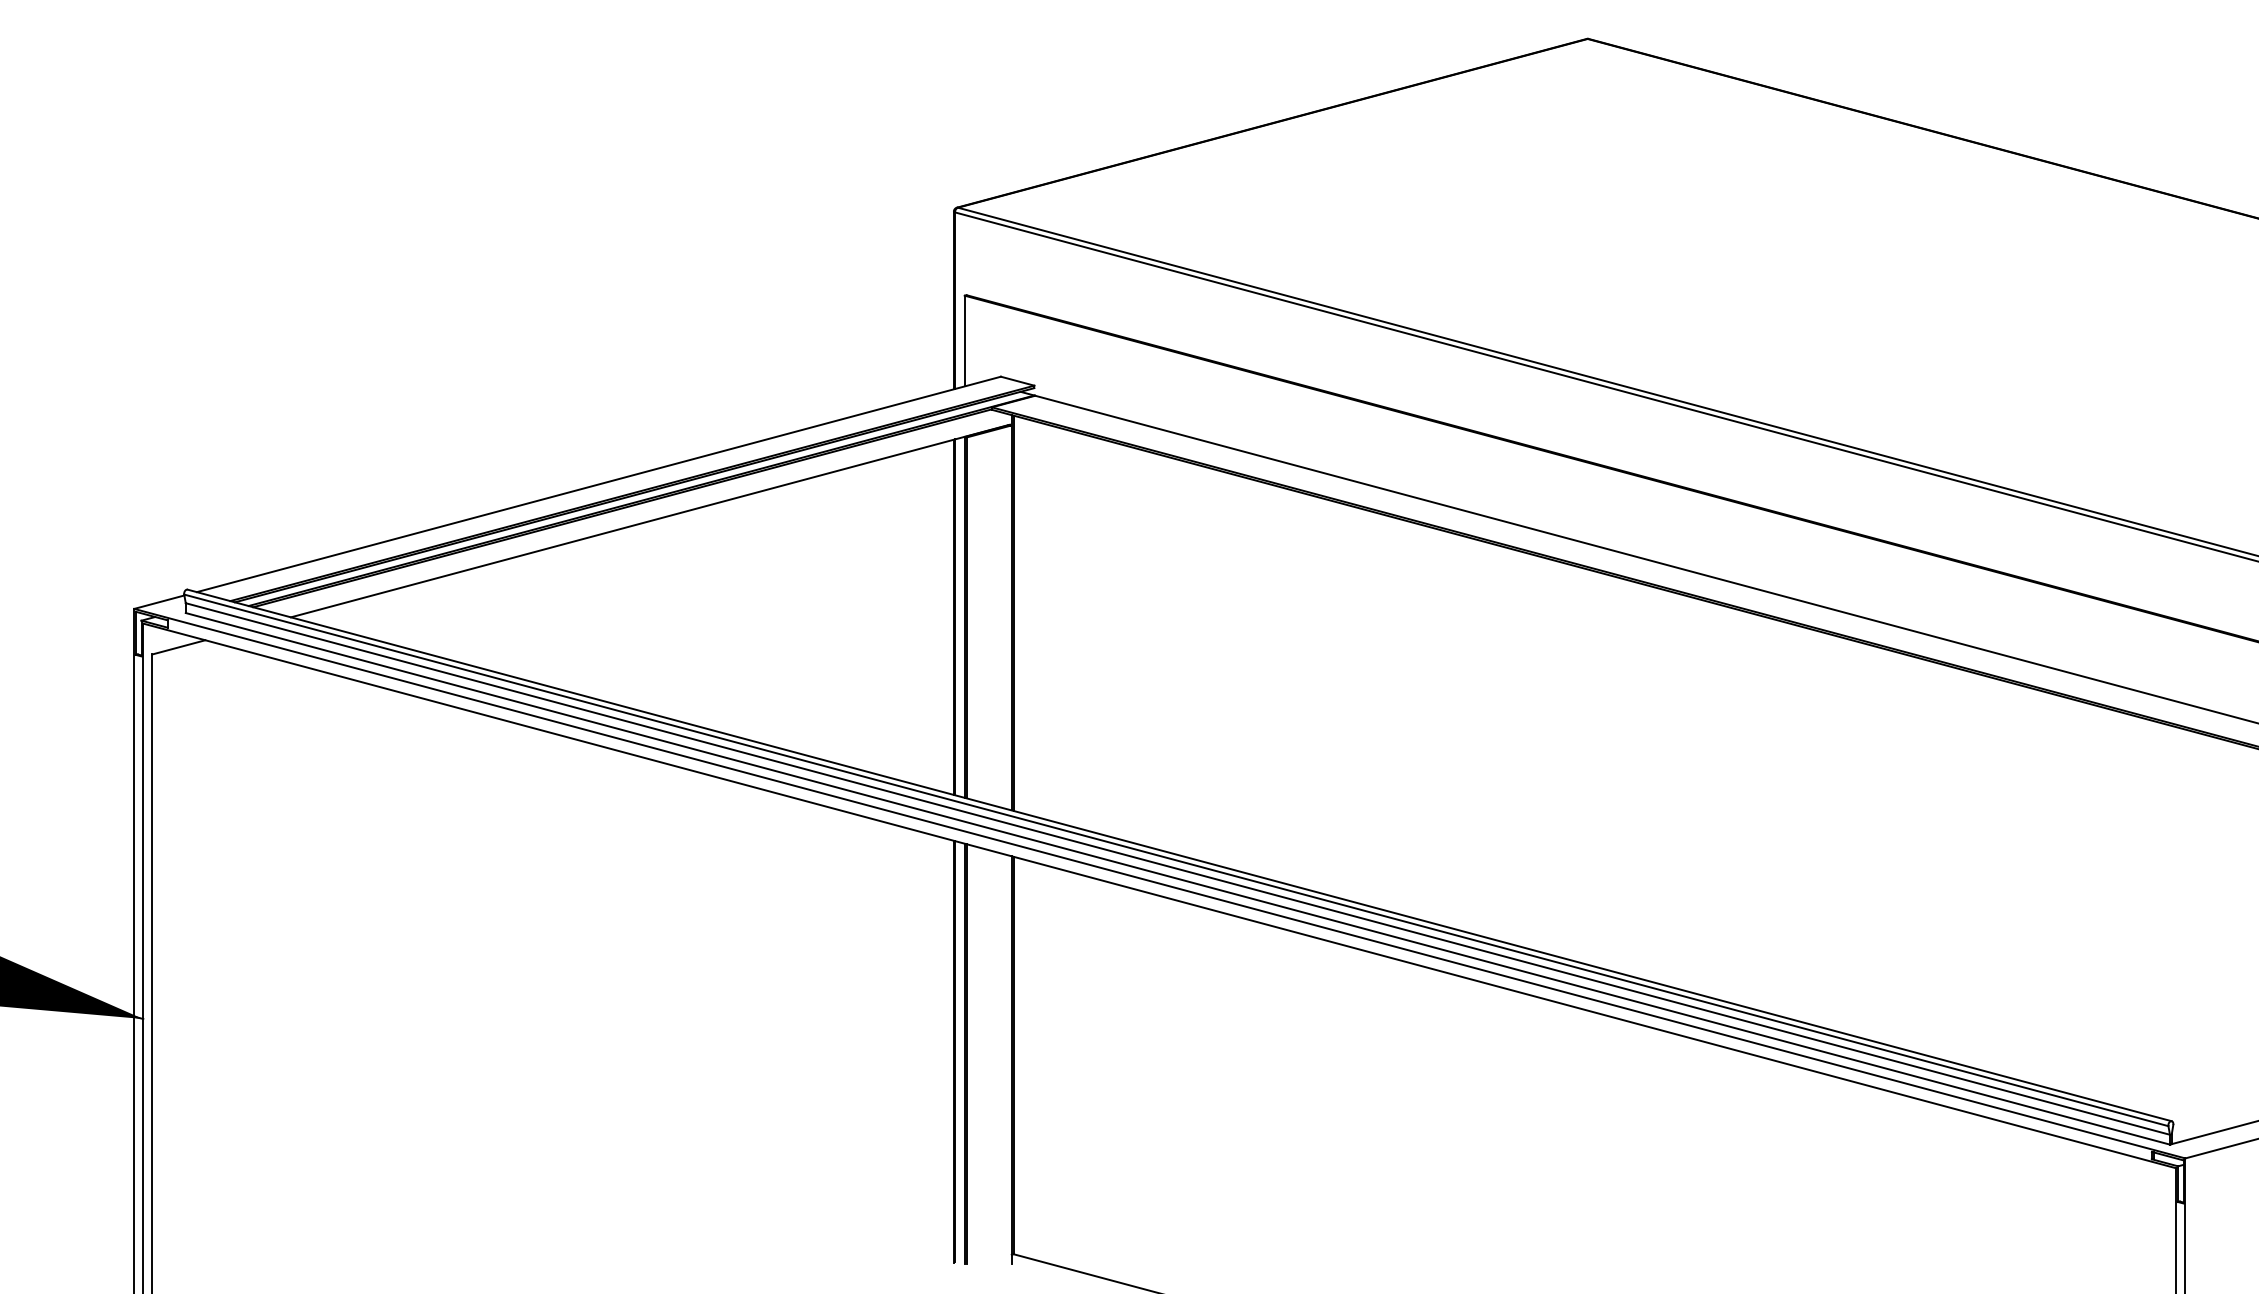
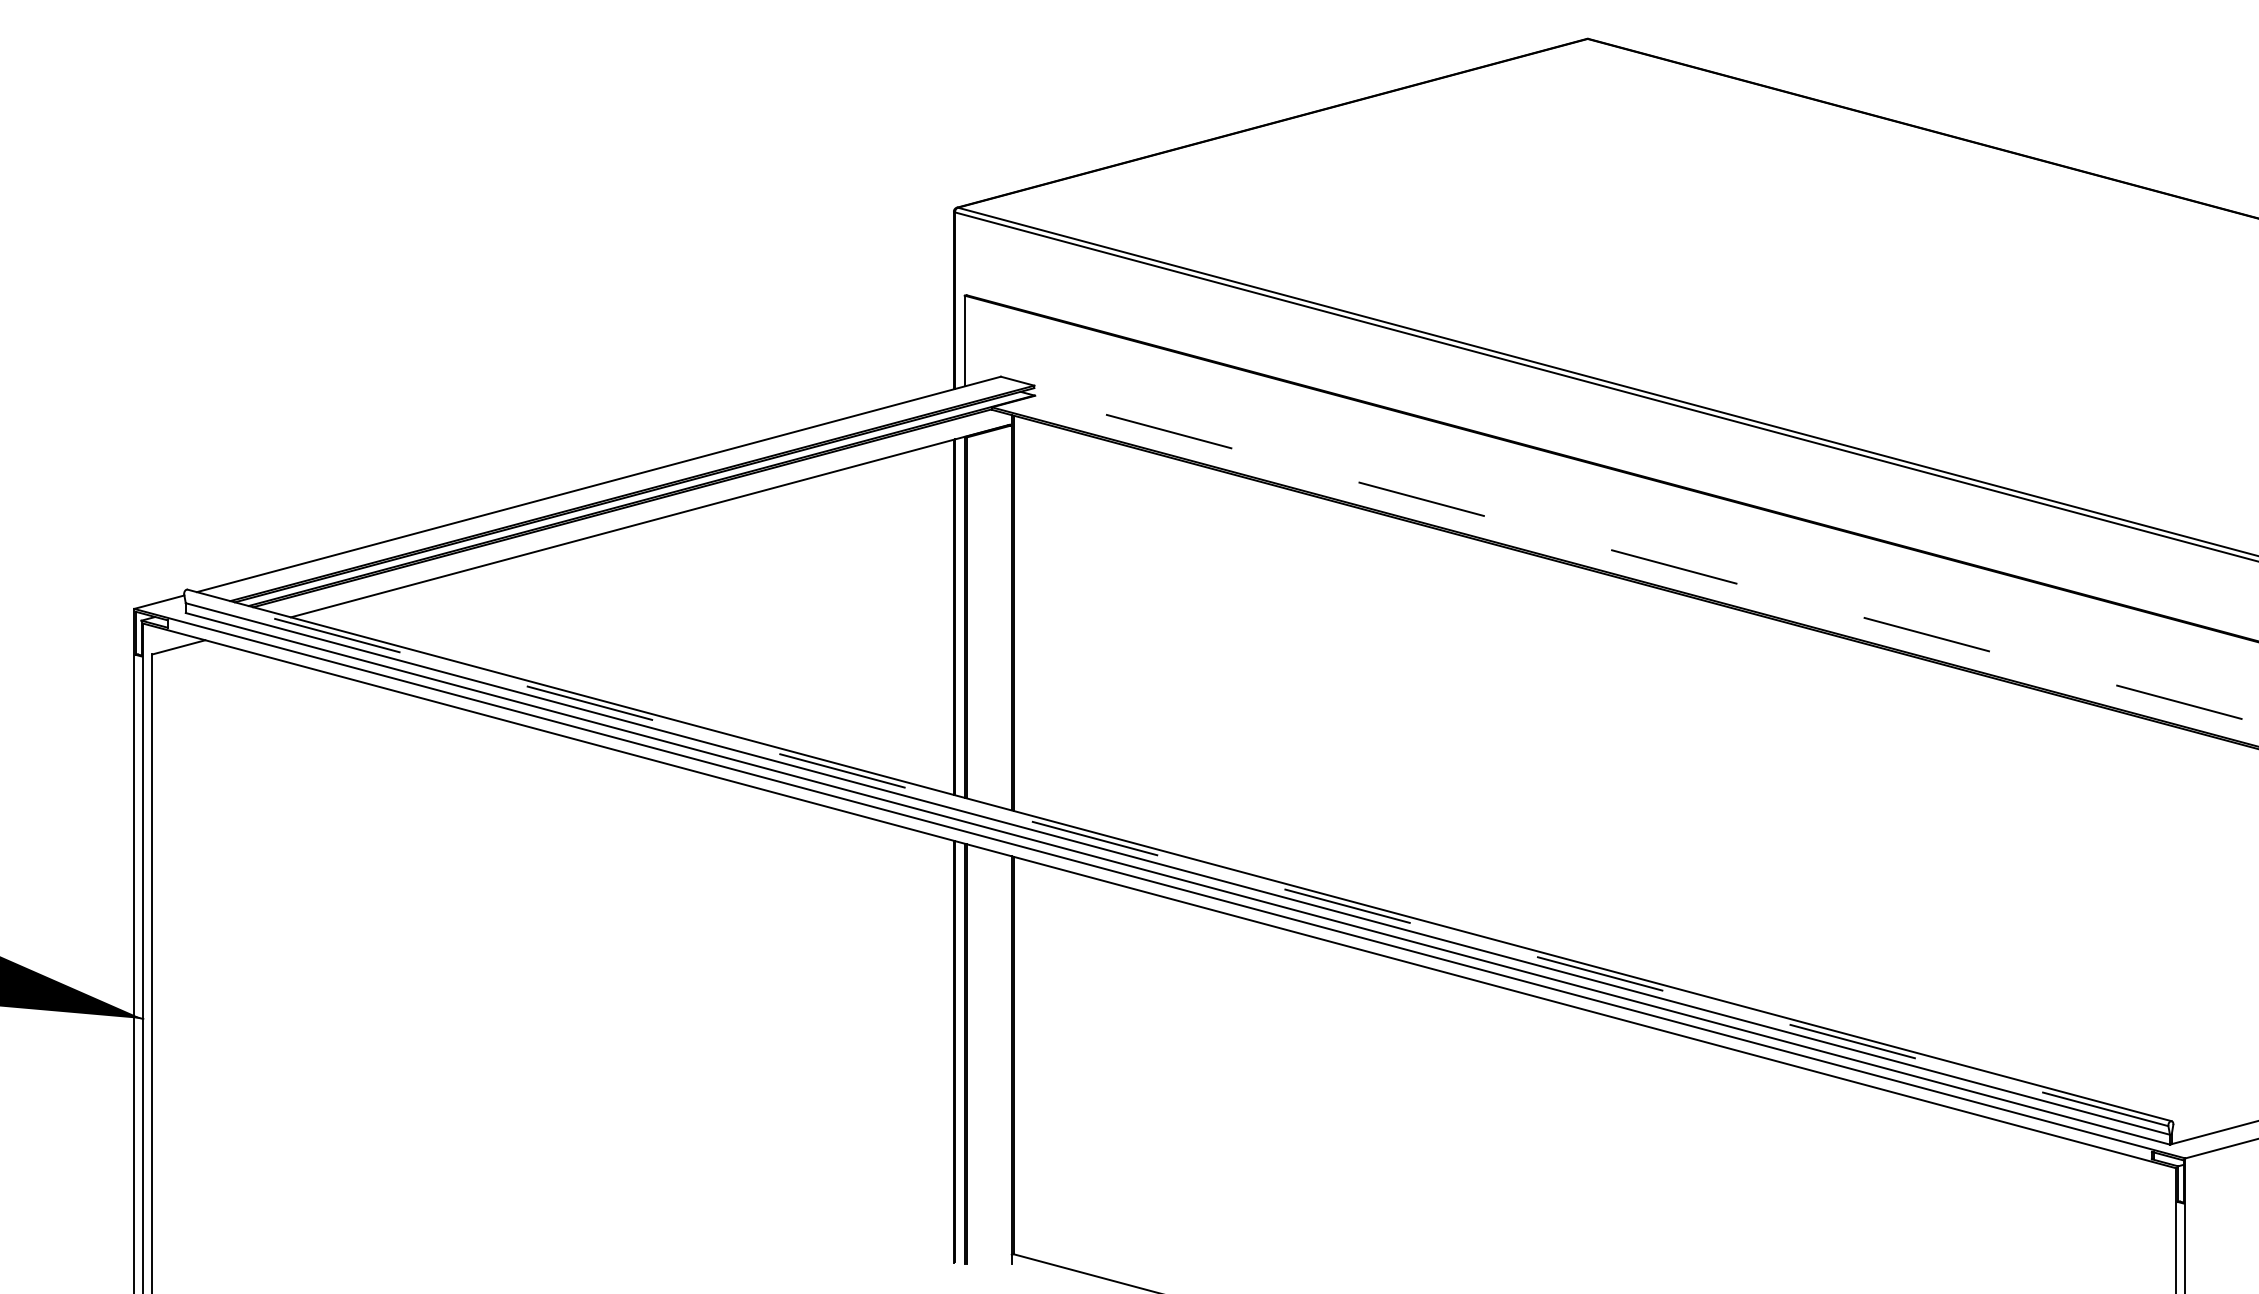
line at (1646, 559): solid -> dashed
line at (1175, 860): solid -> dashed
